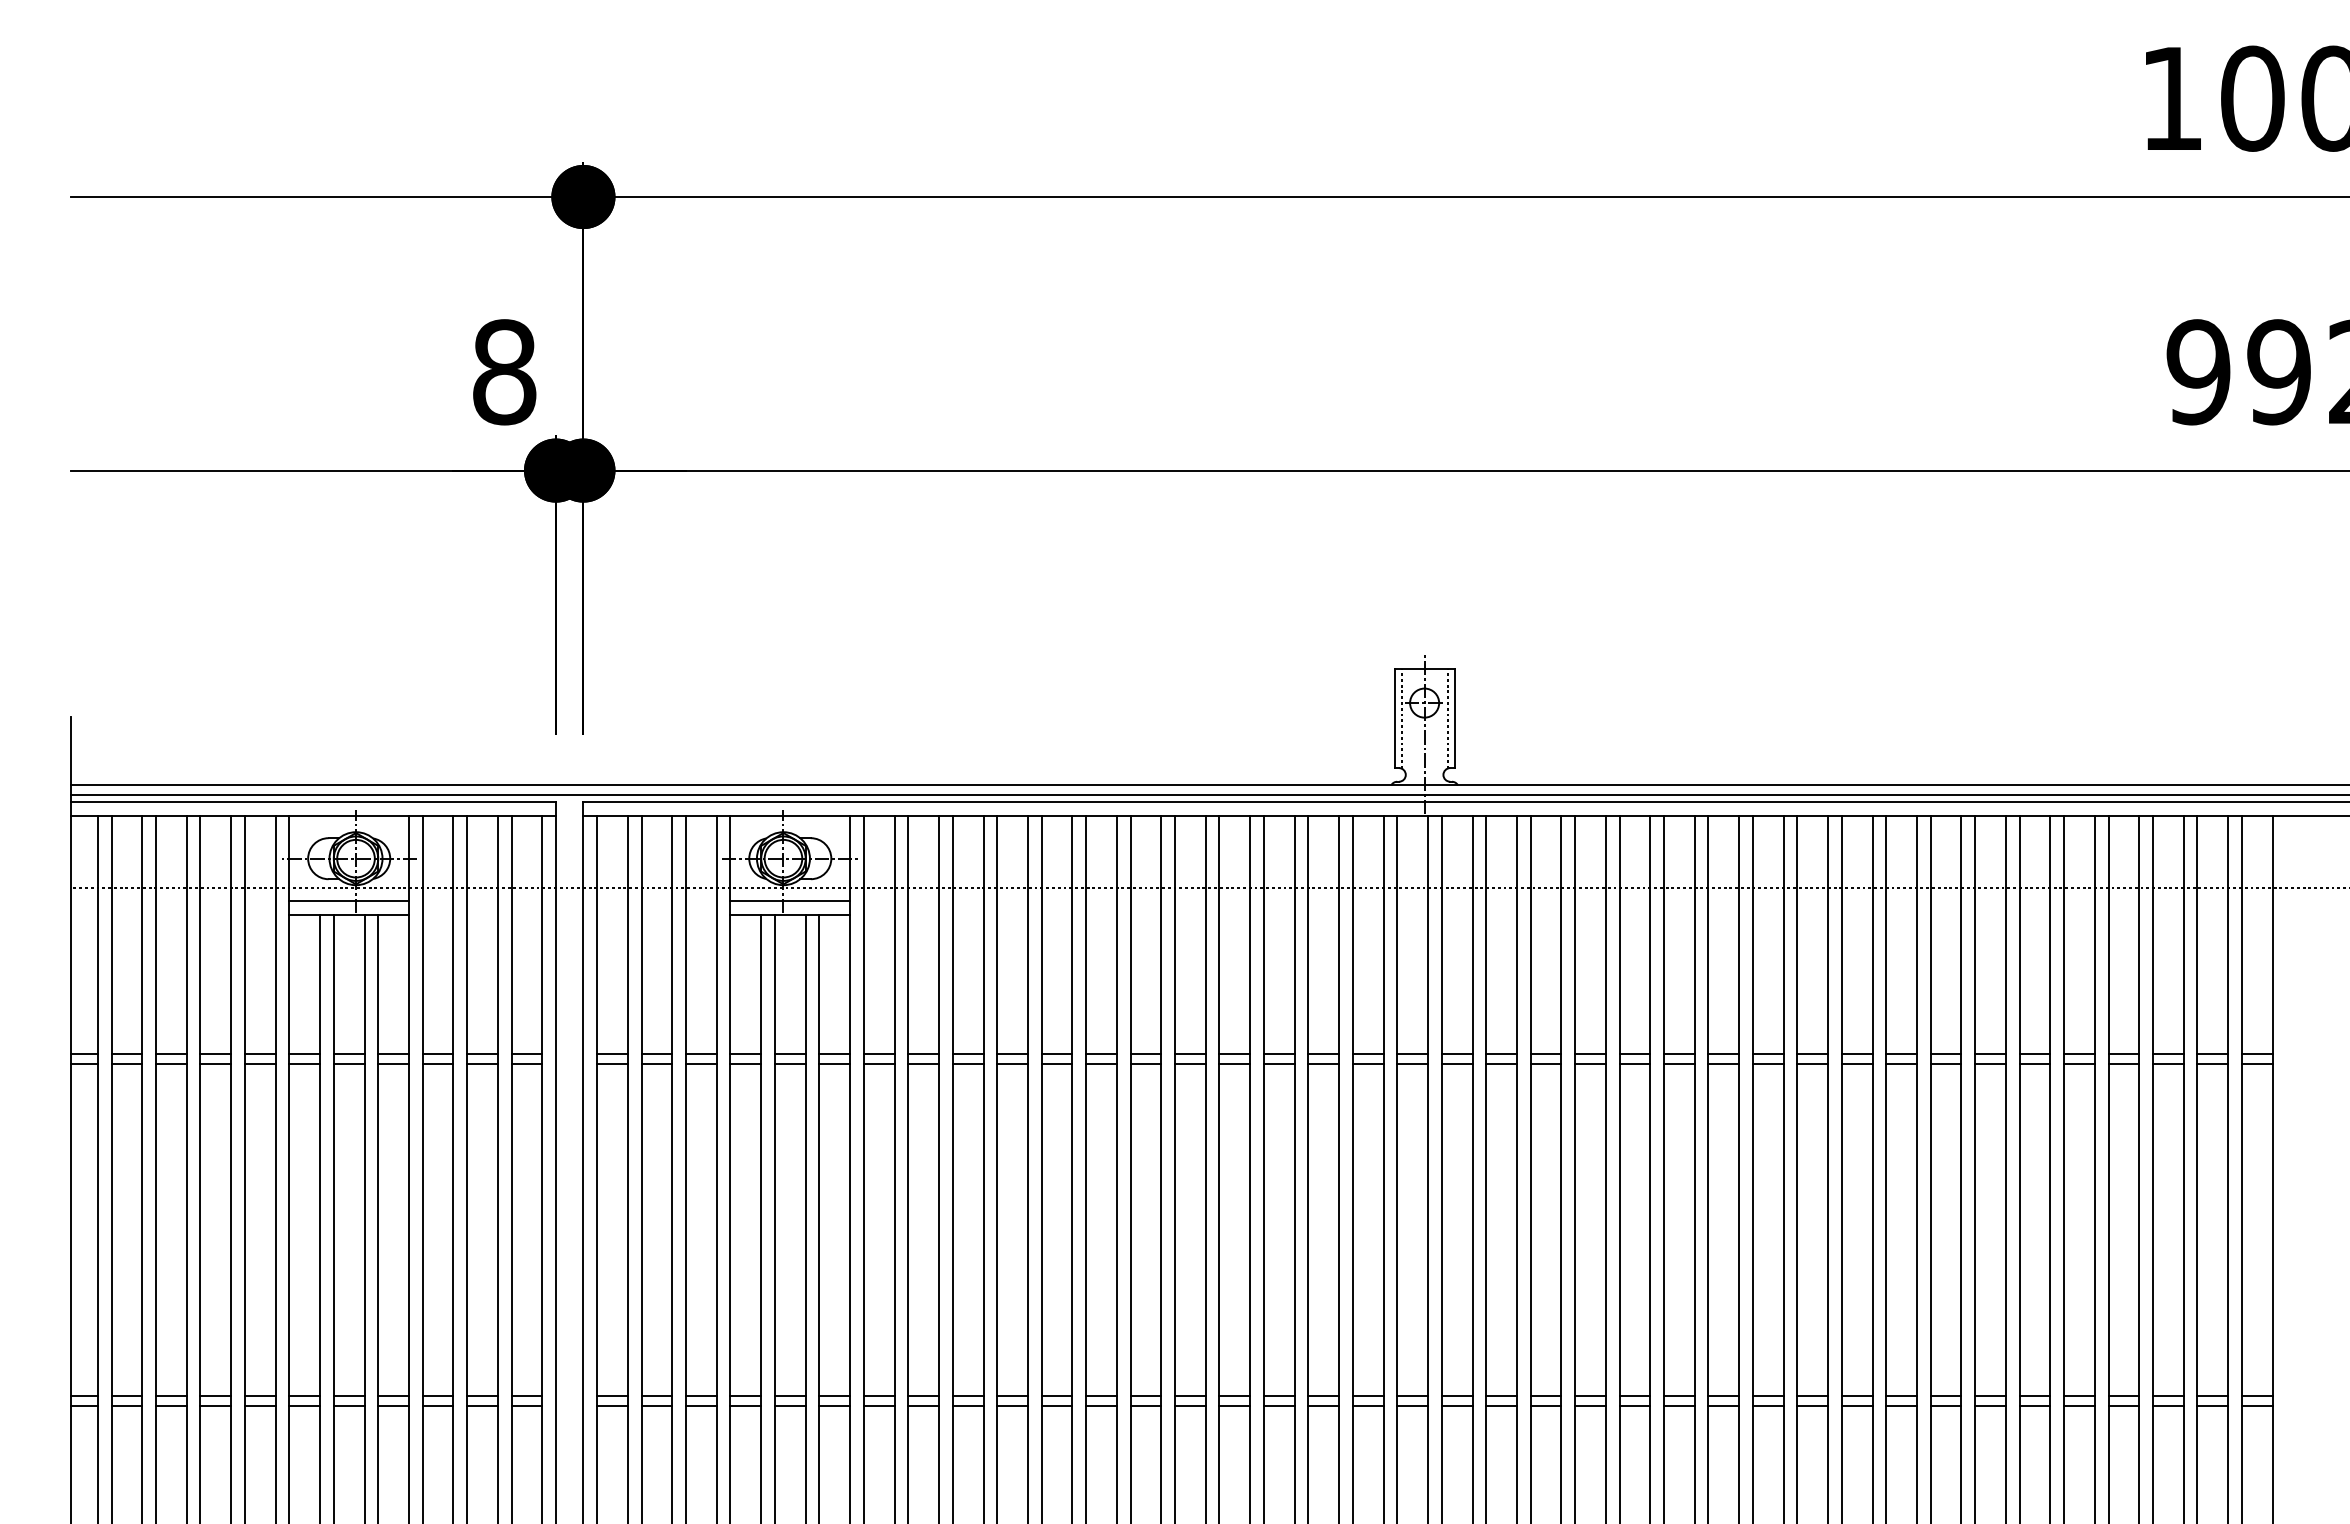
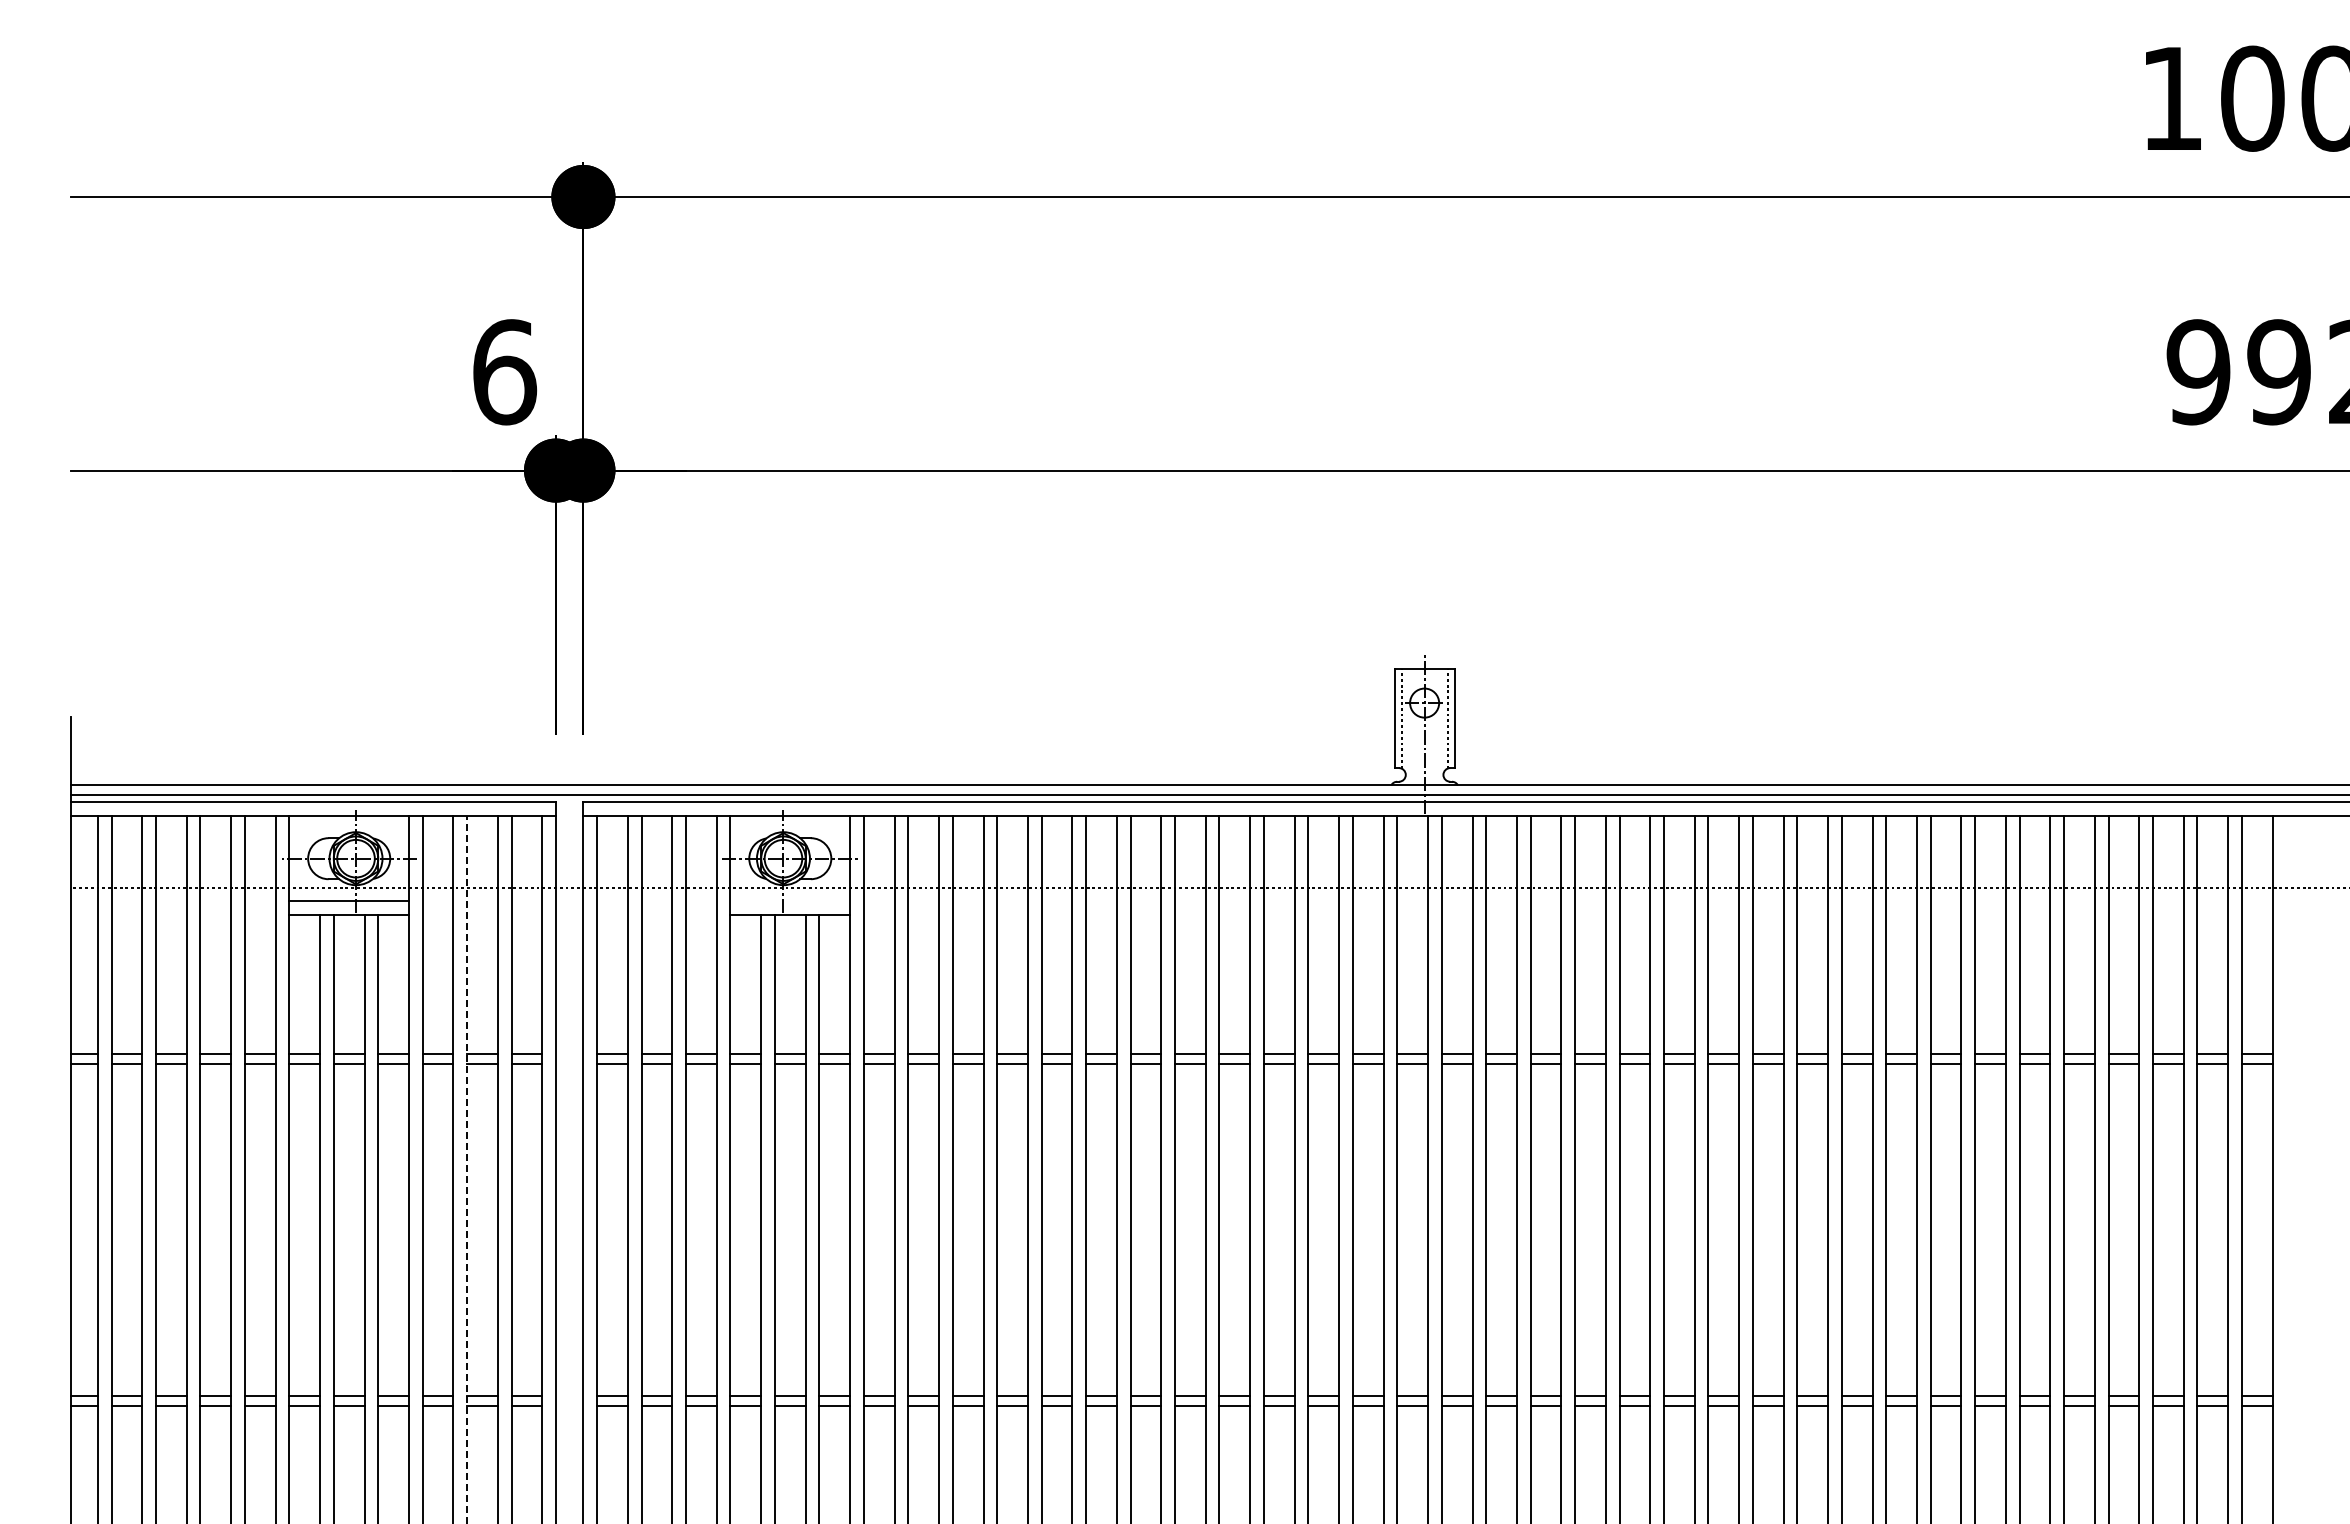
text at (505, 372): 8 -> 6
line at (790, 901): present -> none
line at (467, 1169): solid -> dashed
